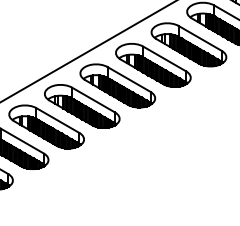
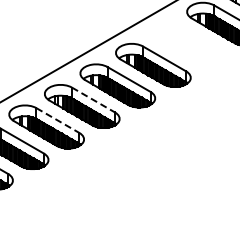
part at (188, 44): present -> none
line at (93, 100): solid -> dashed
line at (57, 120): solid -> dashed
